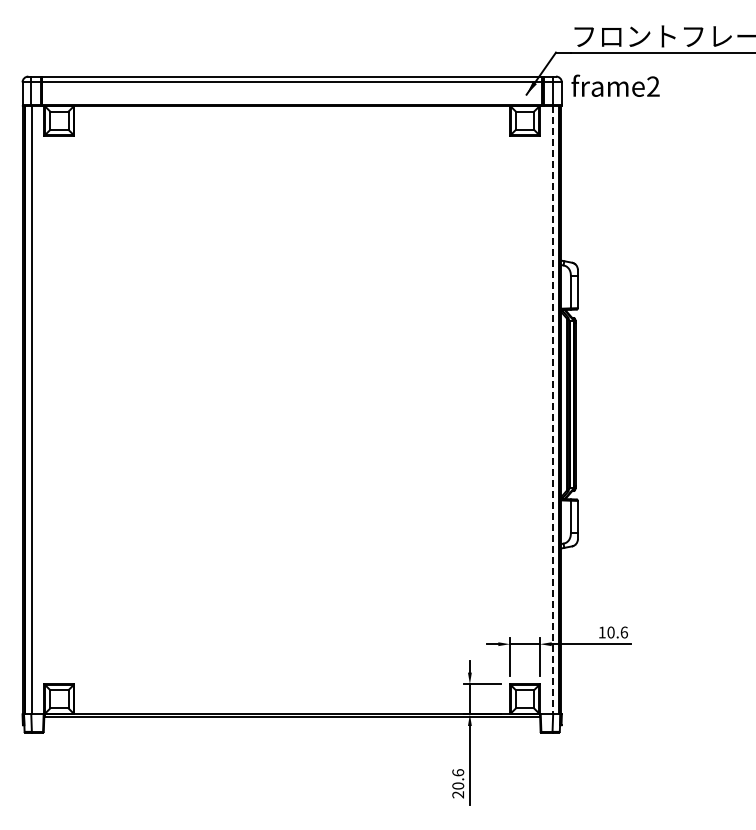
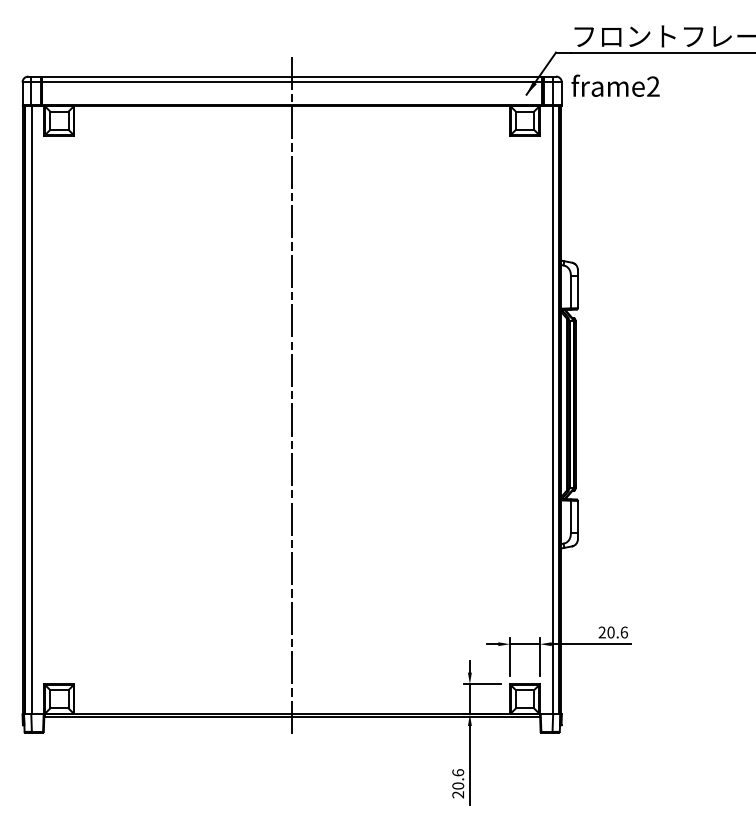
line at (292, 396): none -> present
line at (552, 410): dashed -> solid
text at (601, 632): 10.6 -> 20.6
